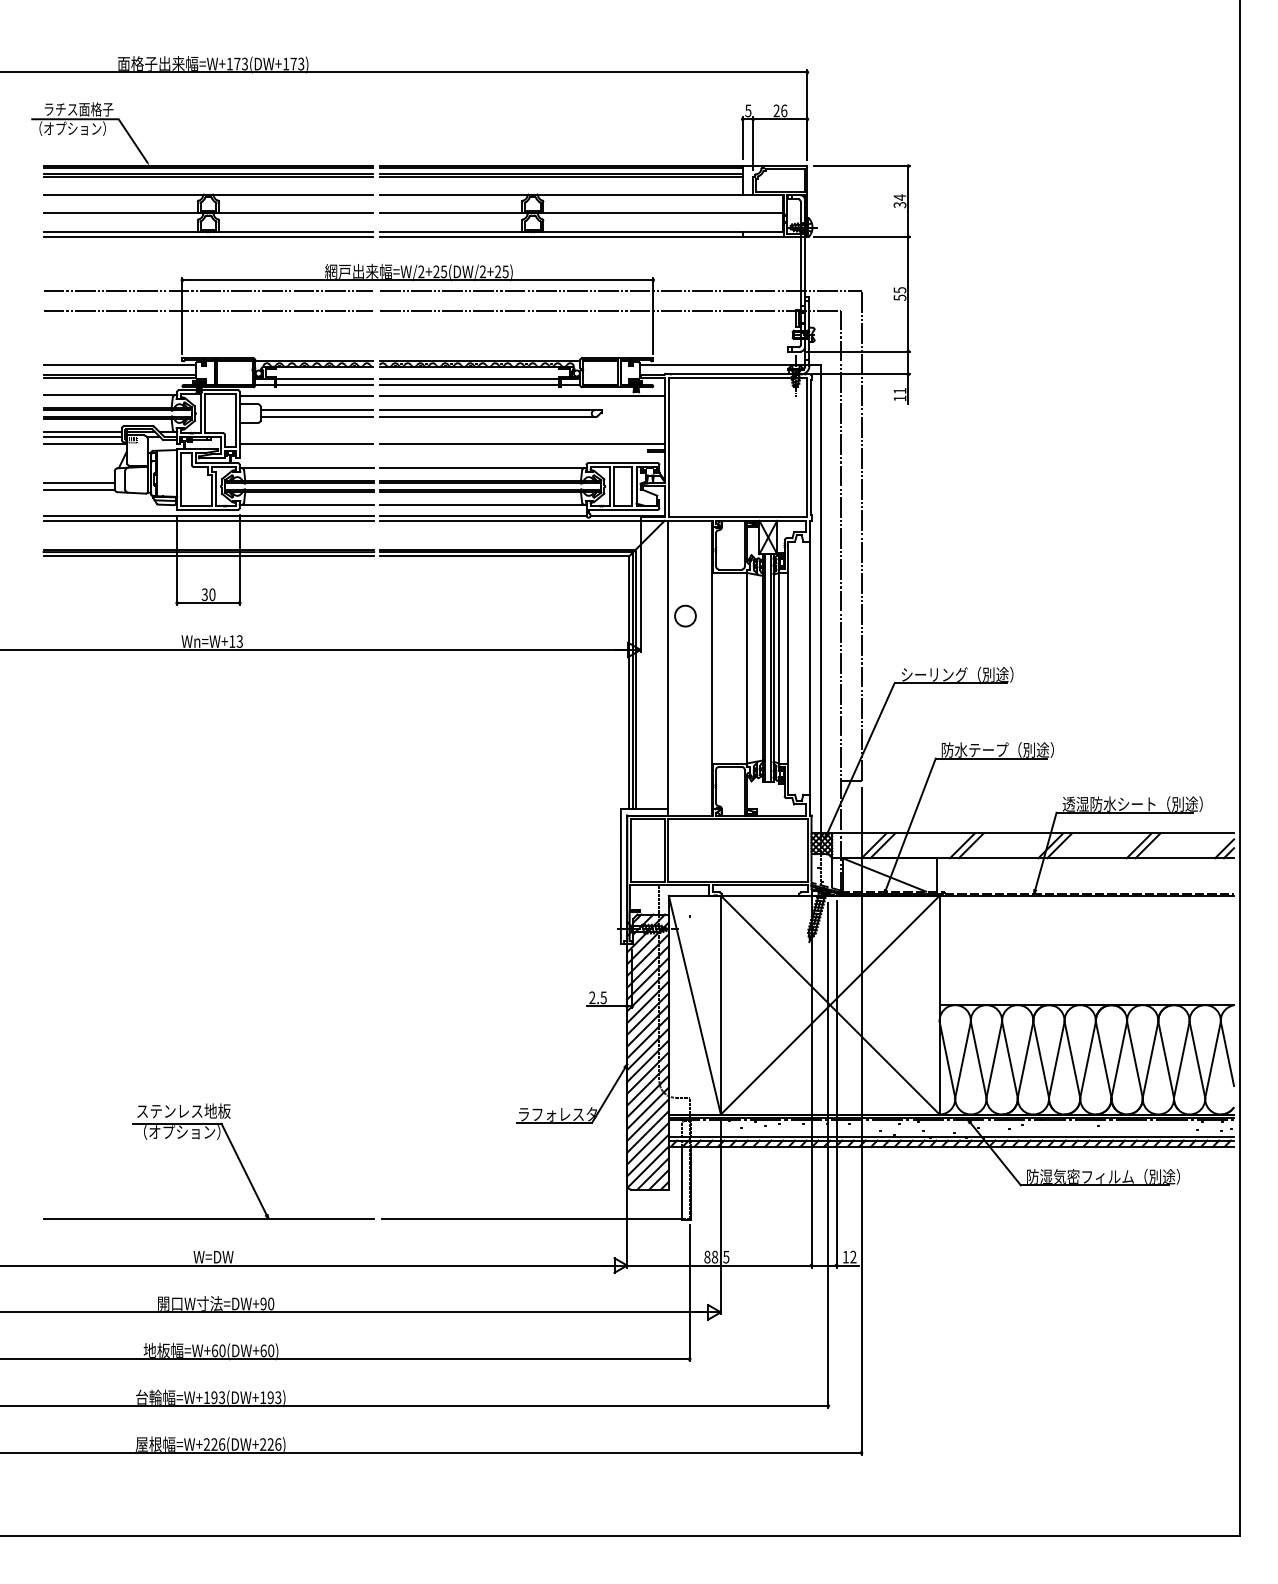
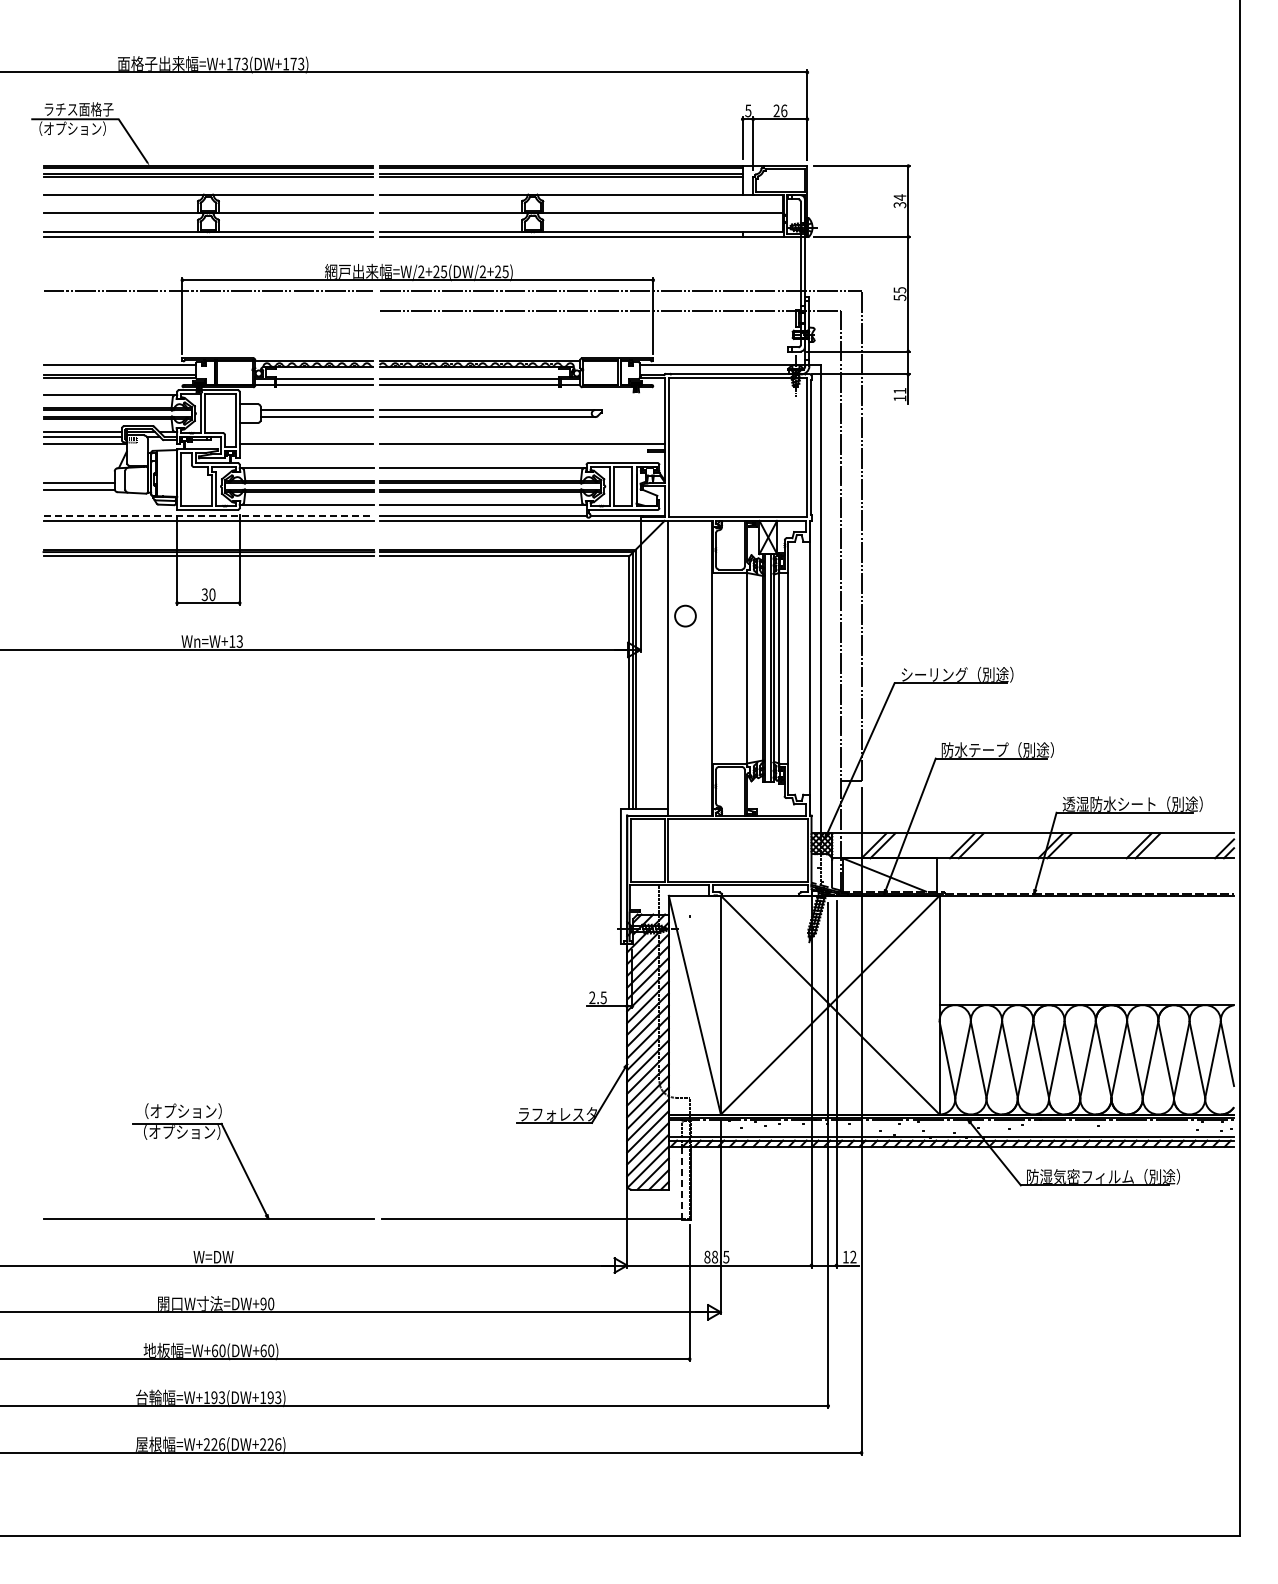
line at (208, 311): present -> none
line at (306, 395): present -> none
line at (521, 395): present -> none
line at (209, 515): solid -> dashed
text at (183, 1110): ステンレス地板 -> （オプション）
line at (682, 1182): solid -> dashed
